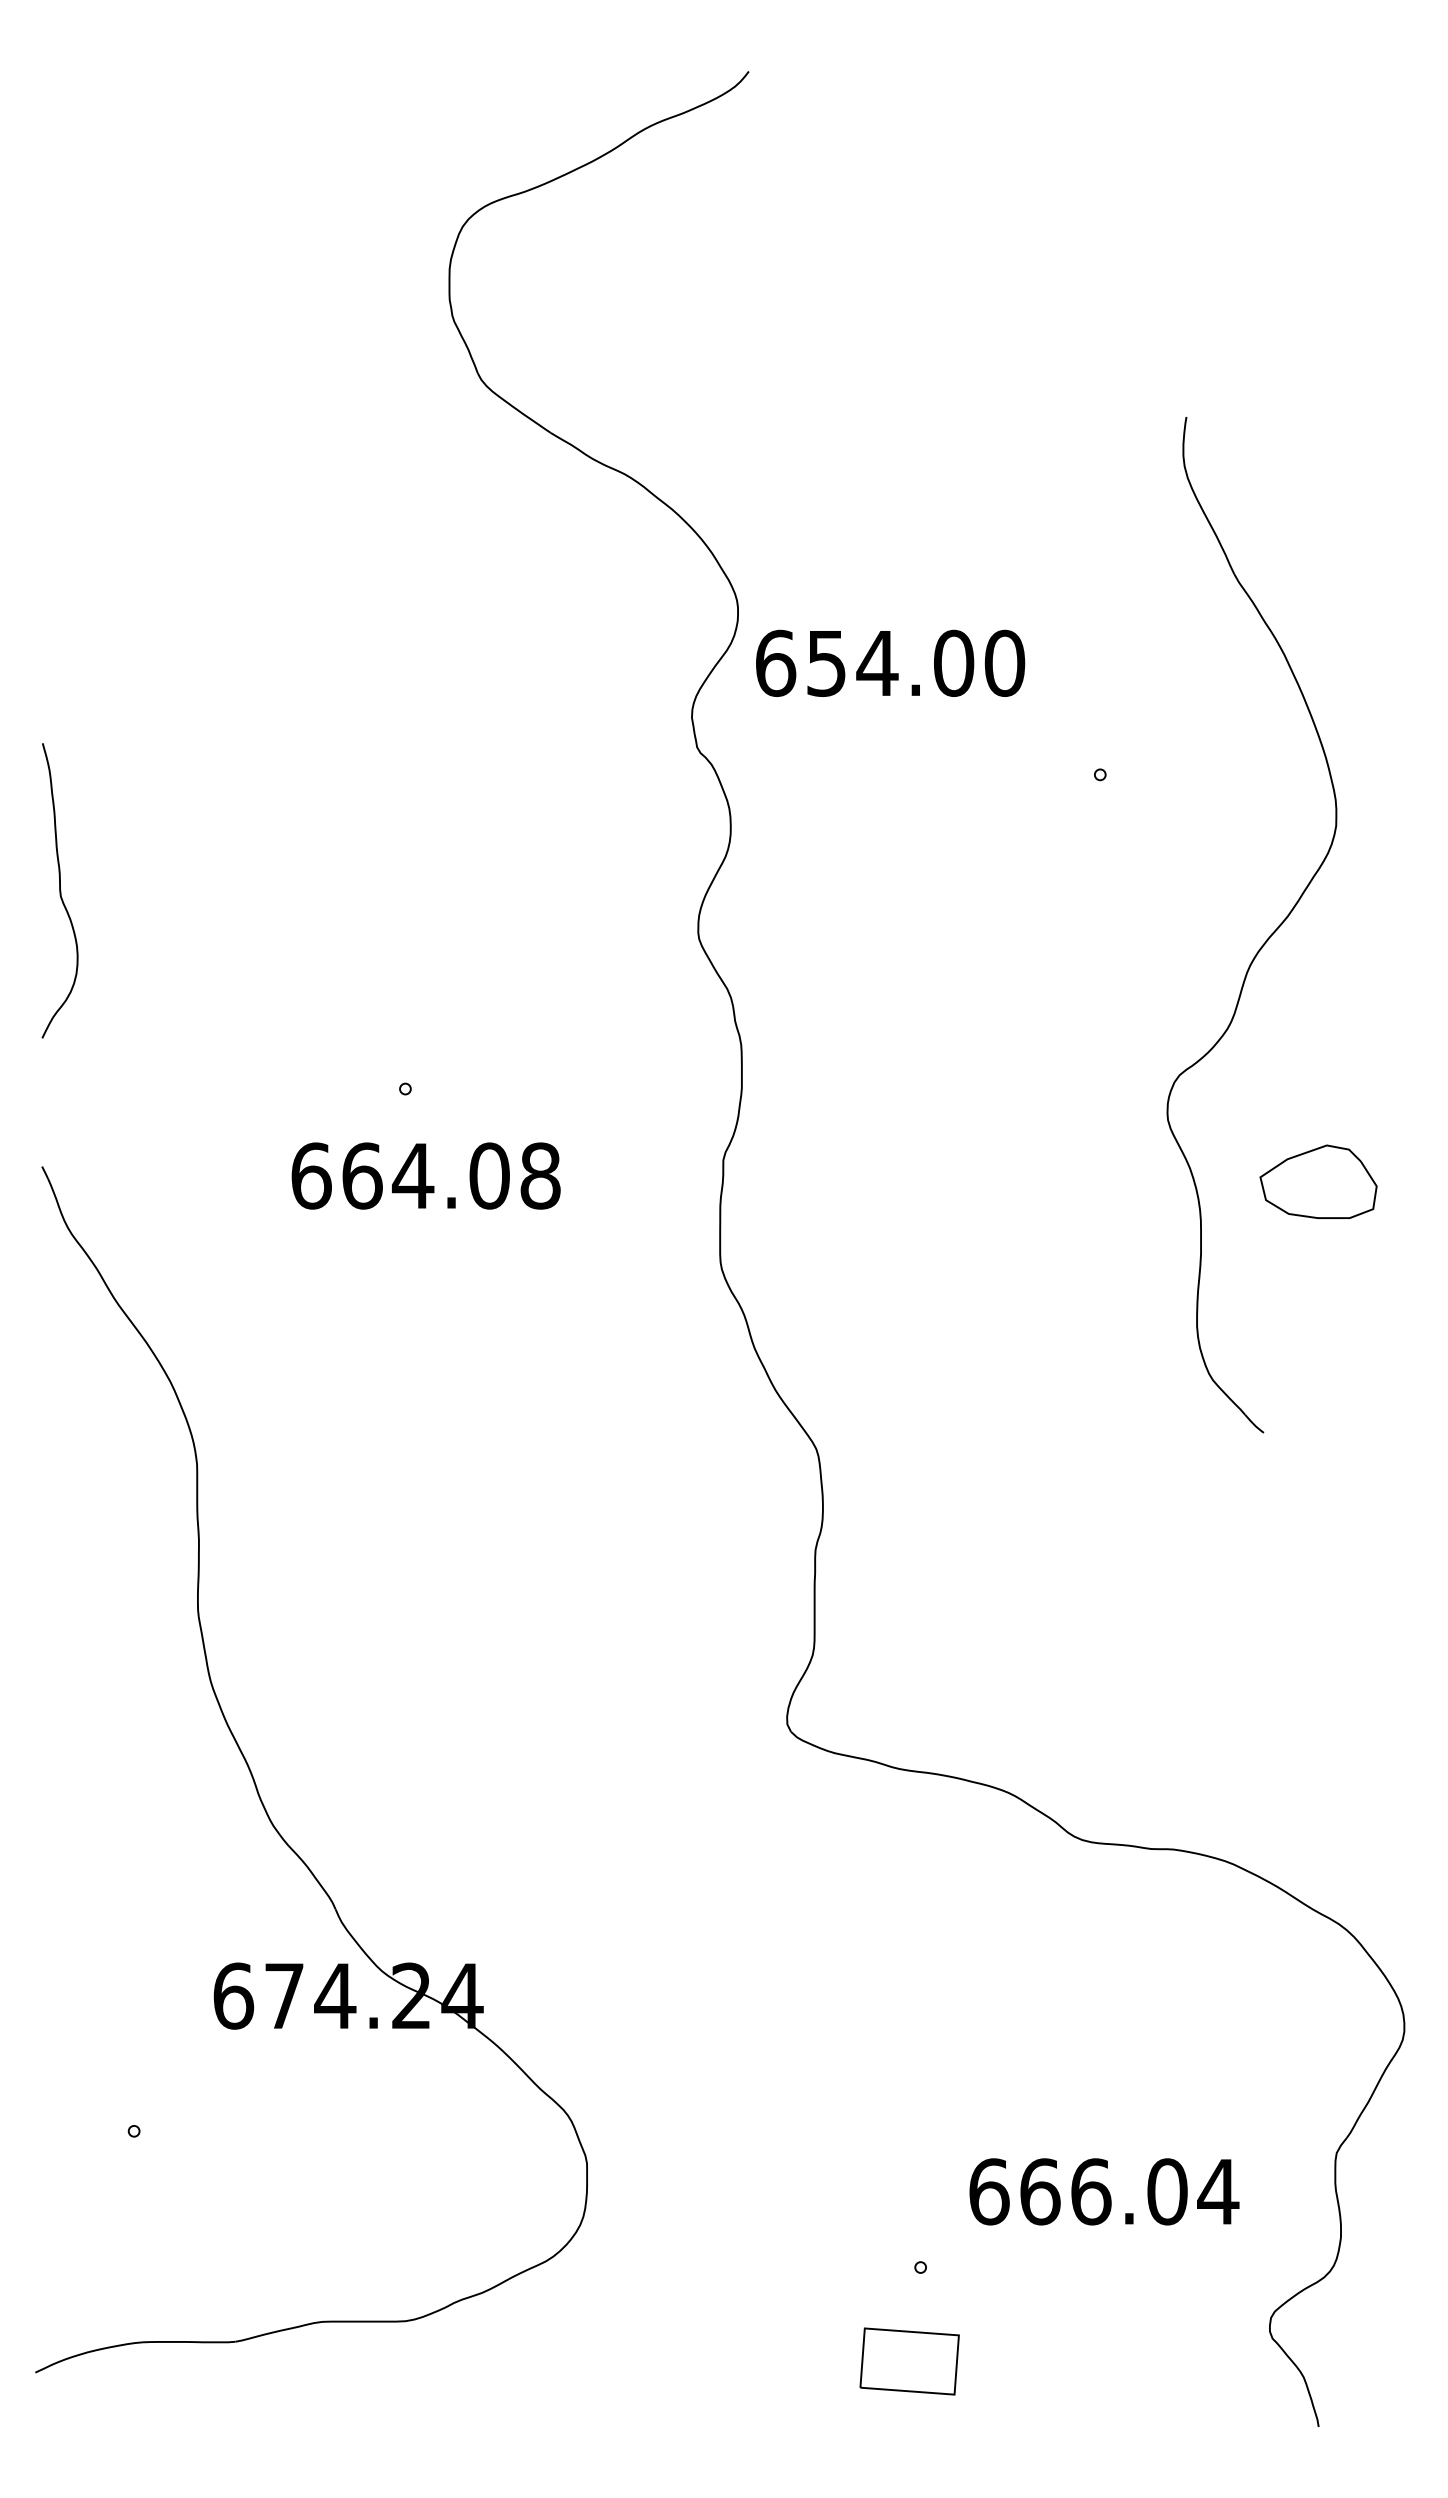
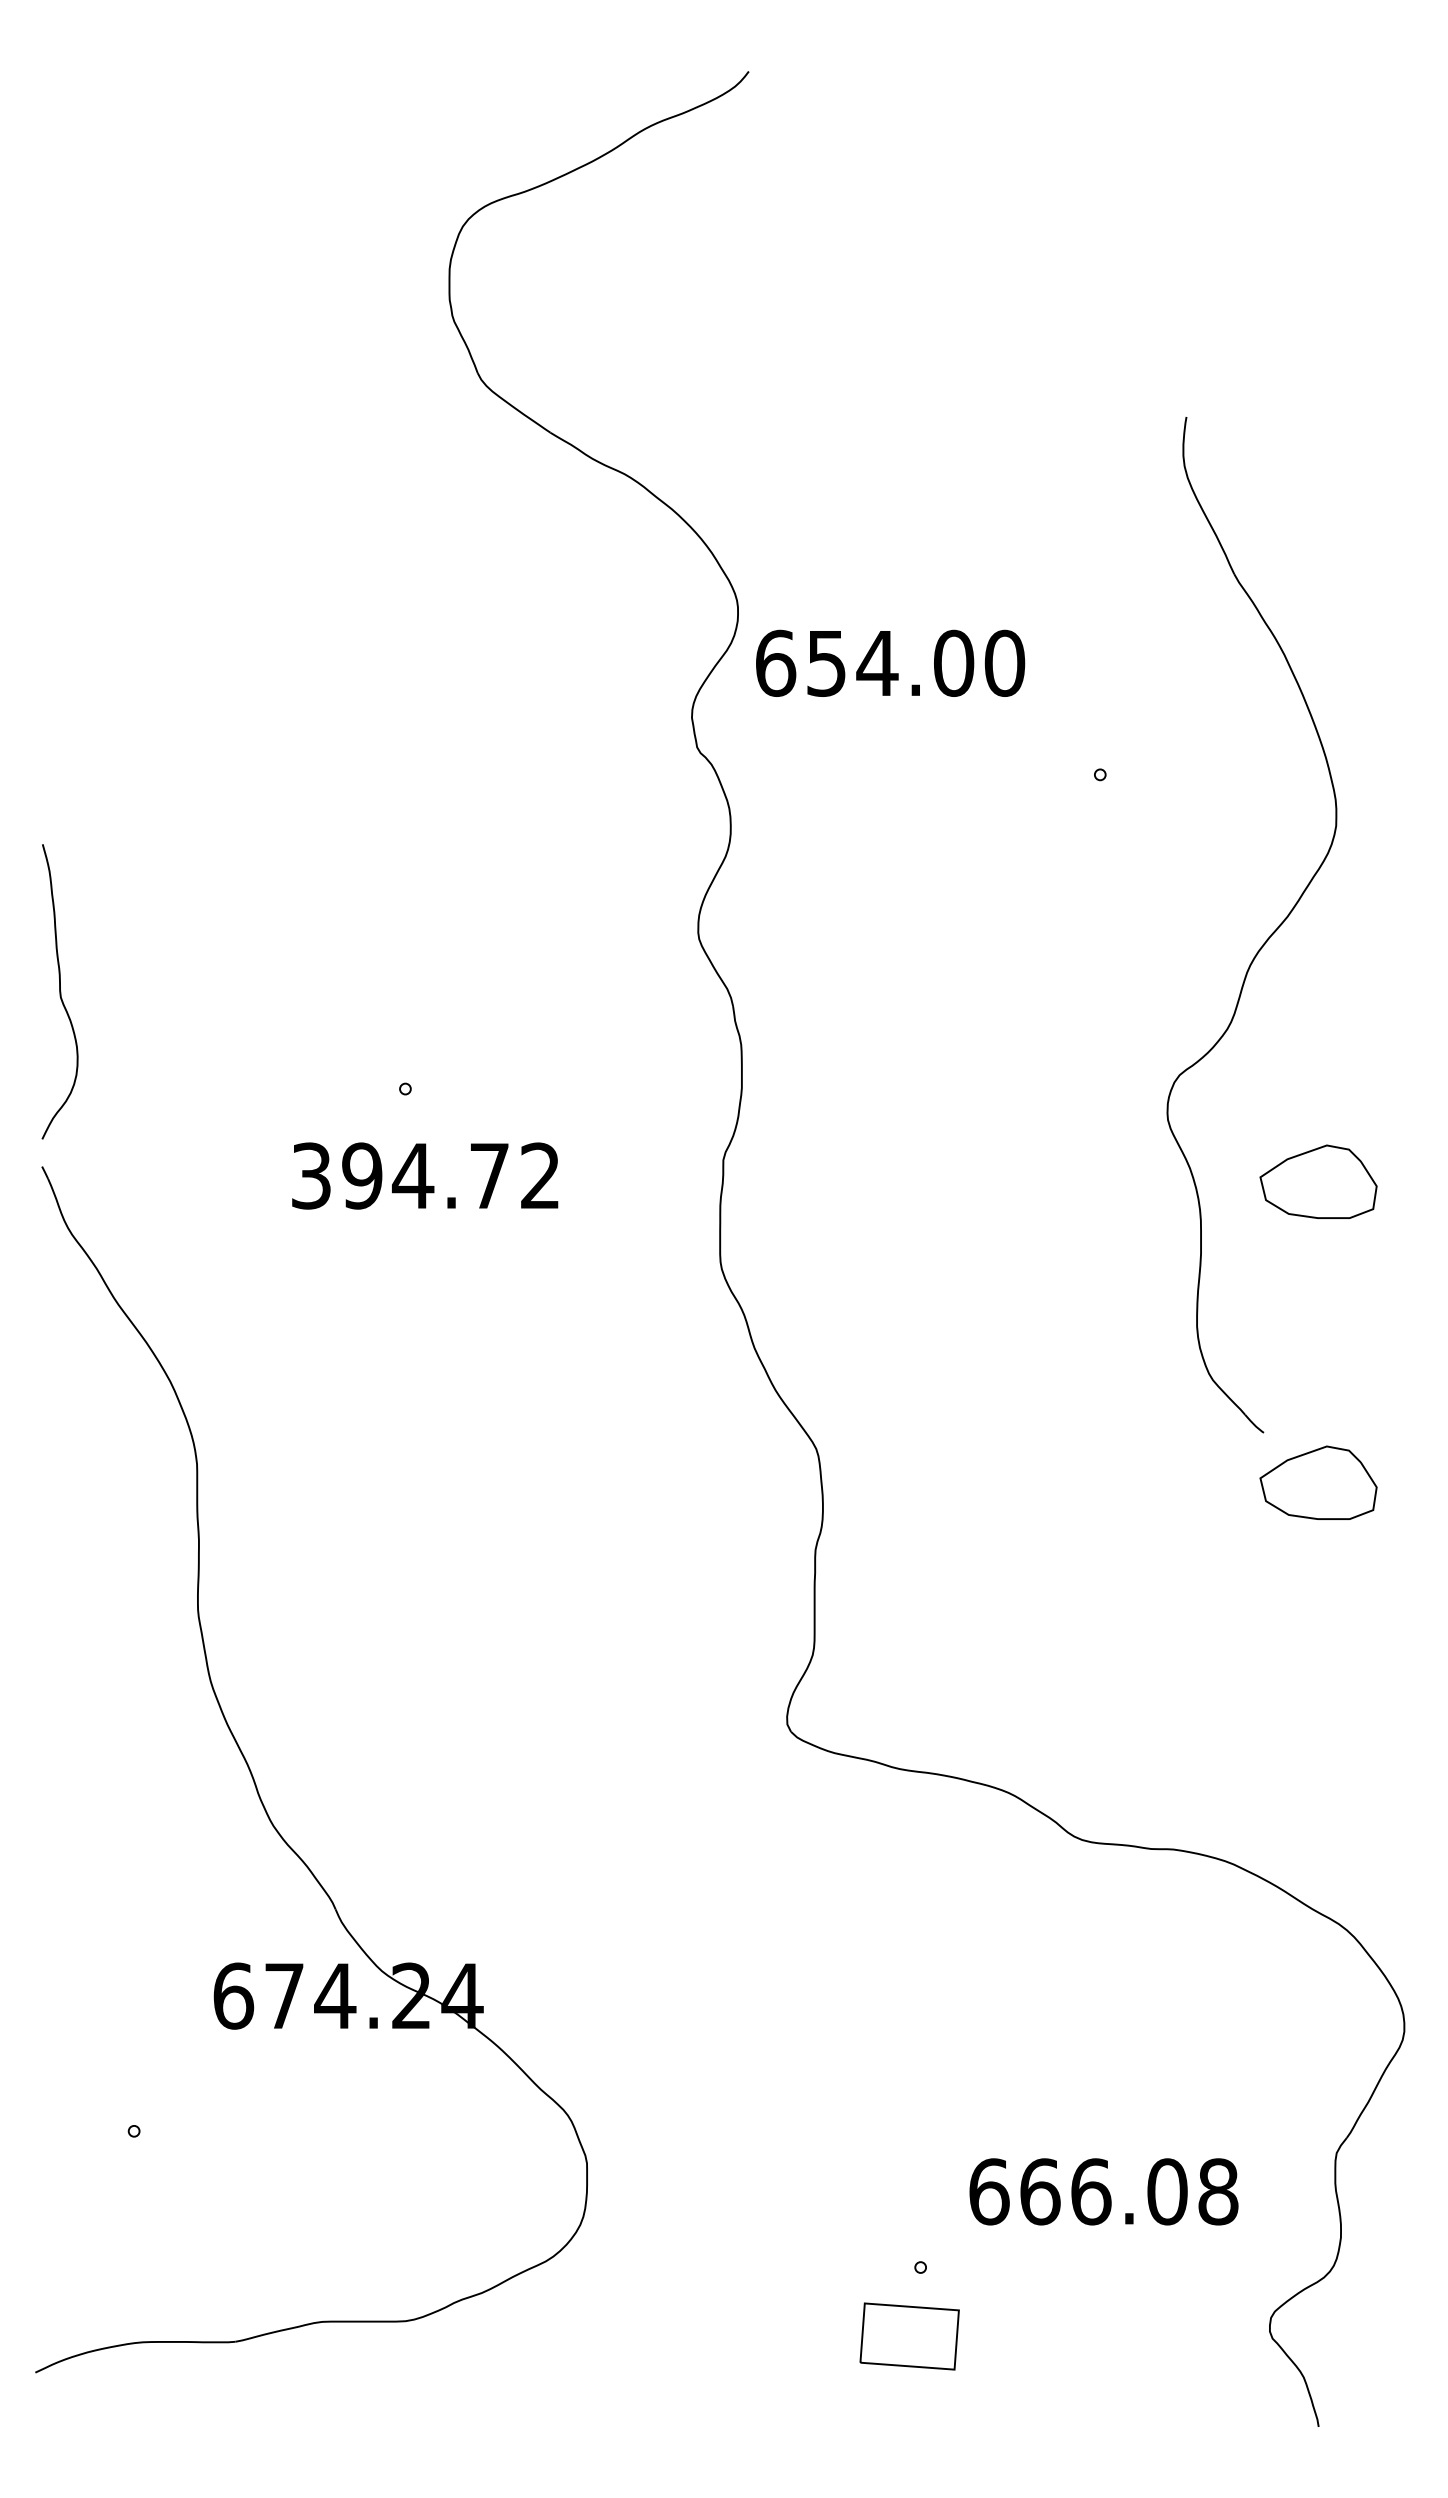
curve at (59, 890) position: (59, 890) -> (59, 991)
text at (425, 1175): 664.08 -> 394.72
part at (1318, 1482): none -> present
text at (1218, 2191): 666.04 -> 666.08
part at (909, 2361) position: (909, 2361) -> (909, 2336)
